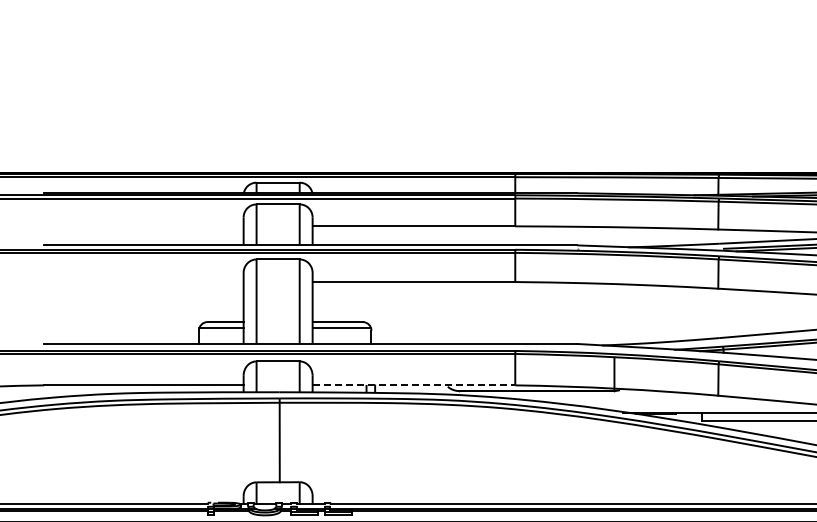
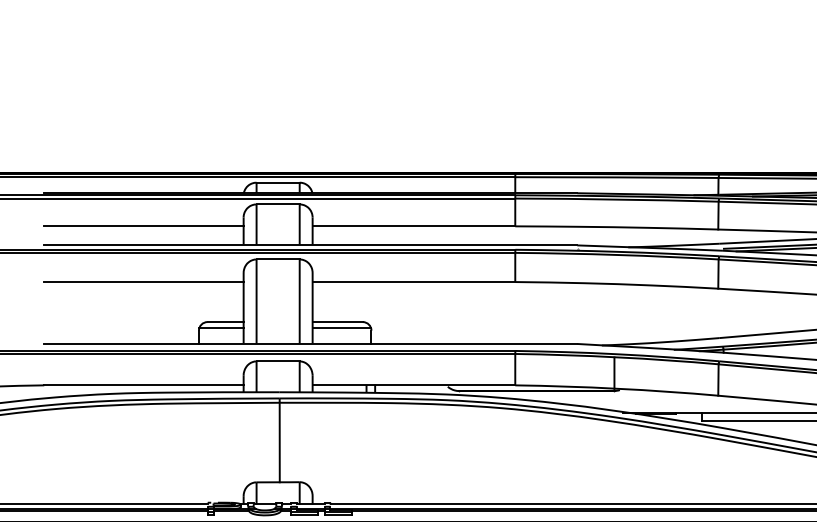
line at (143, 226): none -> present
line at (143, 282): none -> present
line at (414, 385): dashed -> solid
